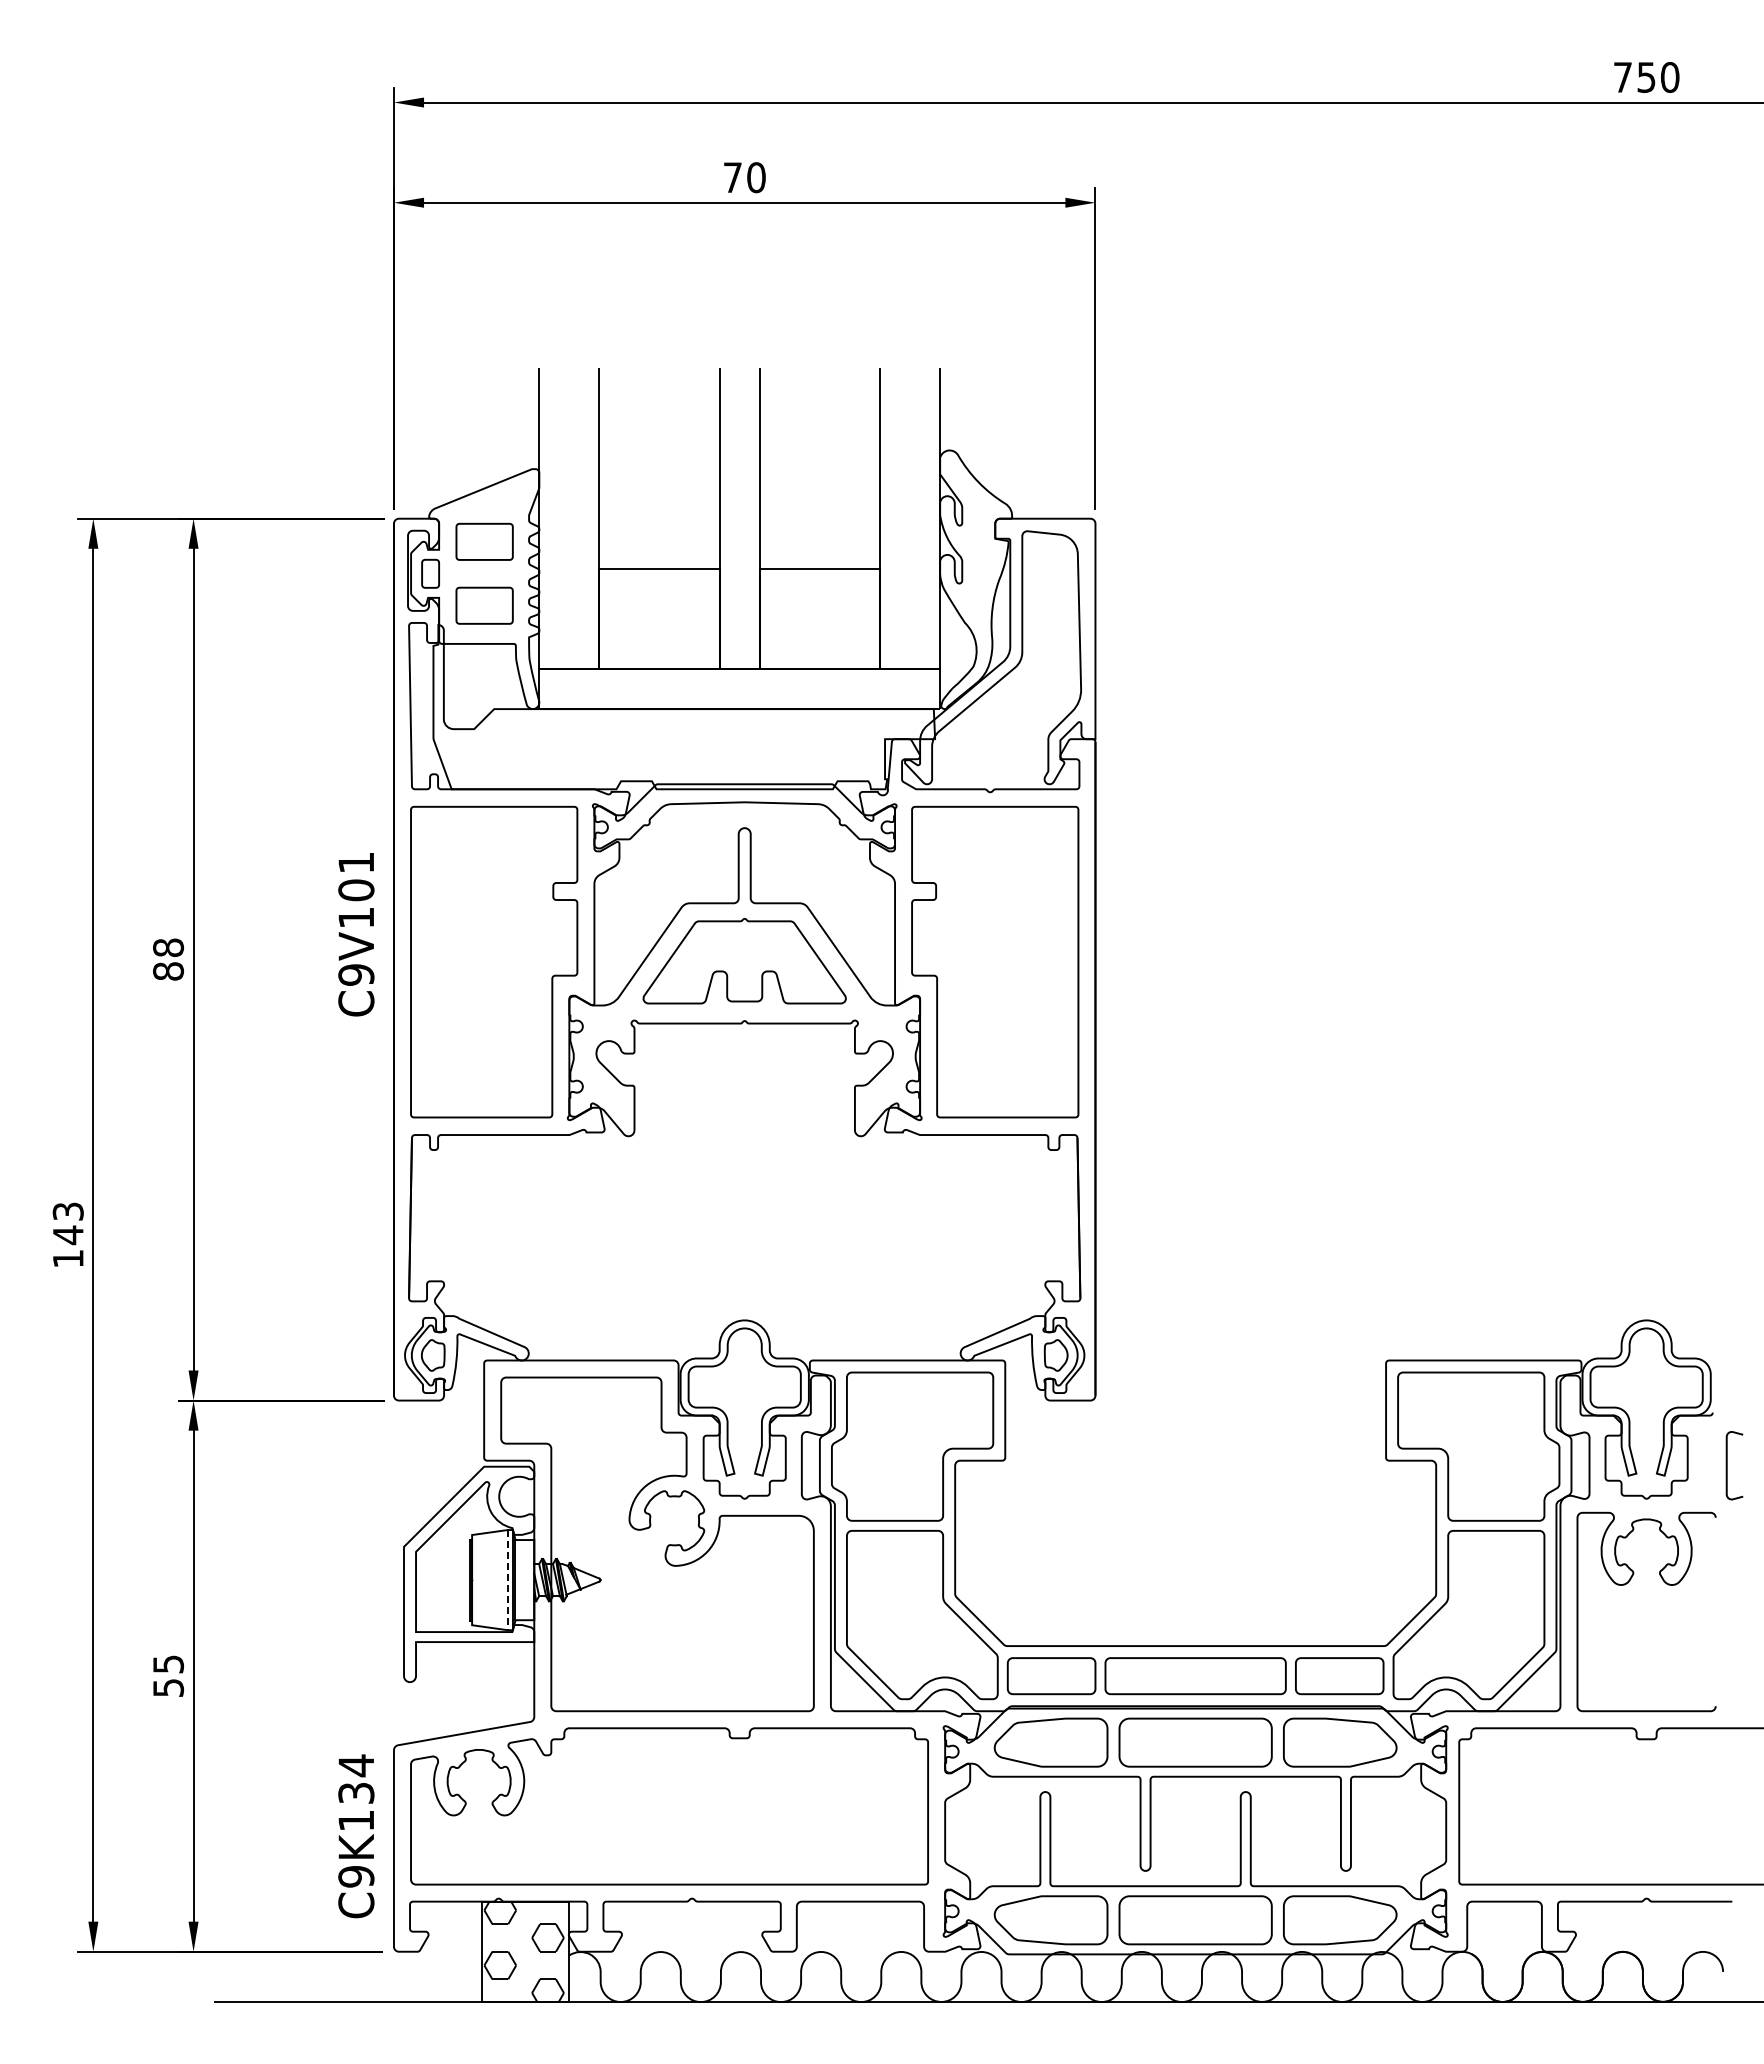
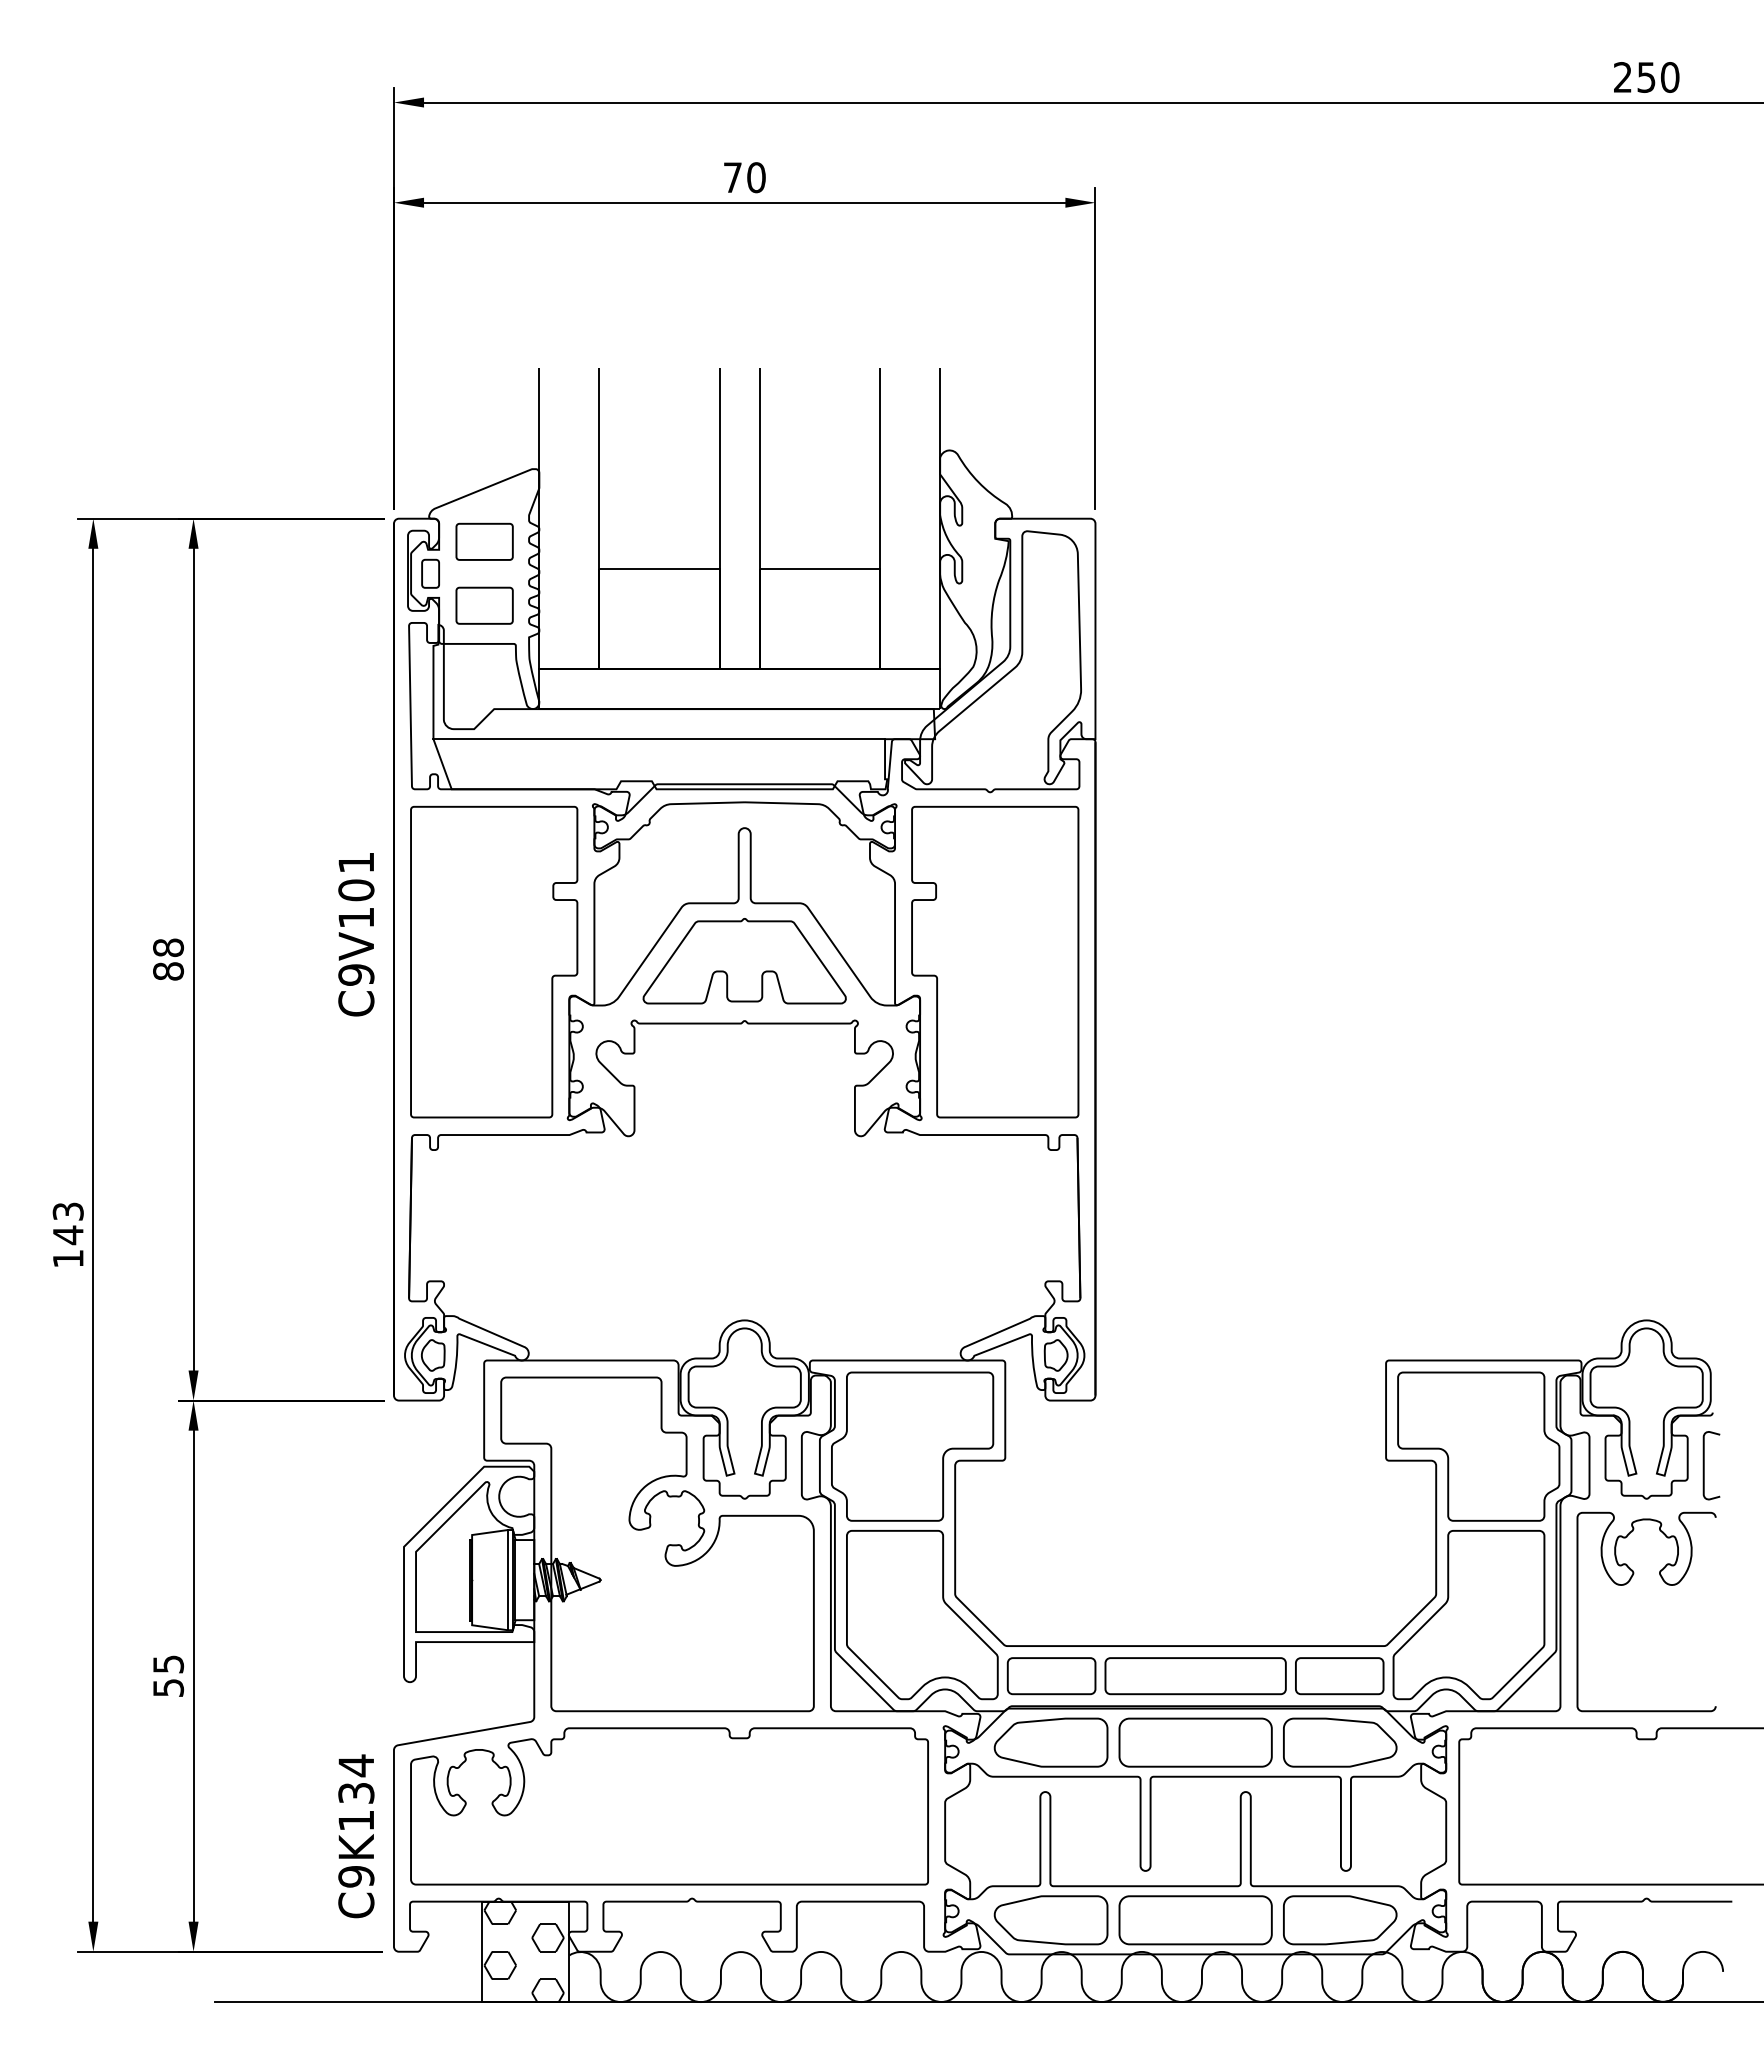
text at (1622, 77): 750 -> 250
line at (659, 739): none -> present
curve at (1727, 1465) position: (1727, 1465) -> (1704, 1465)
line at (507, 1580): dashed -> solid
